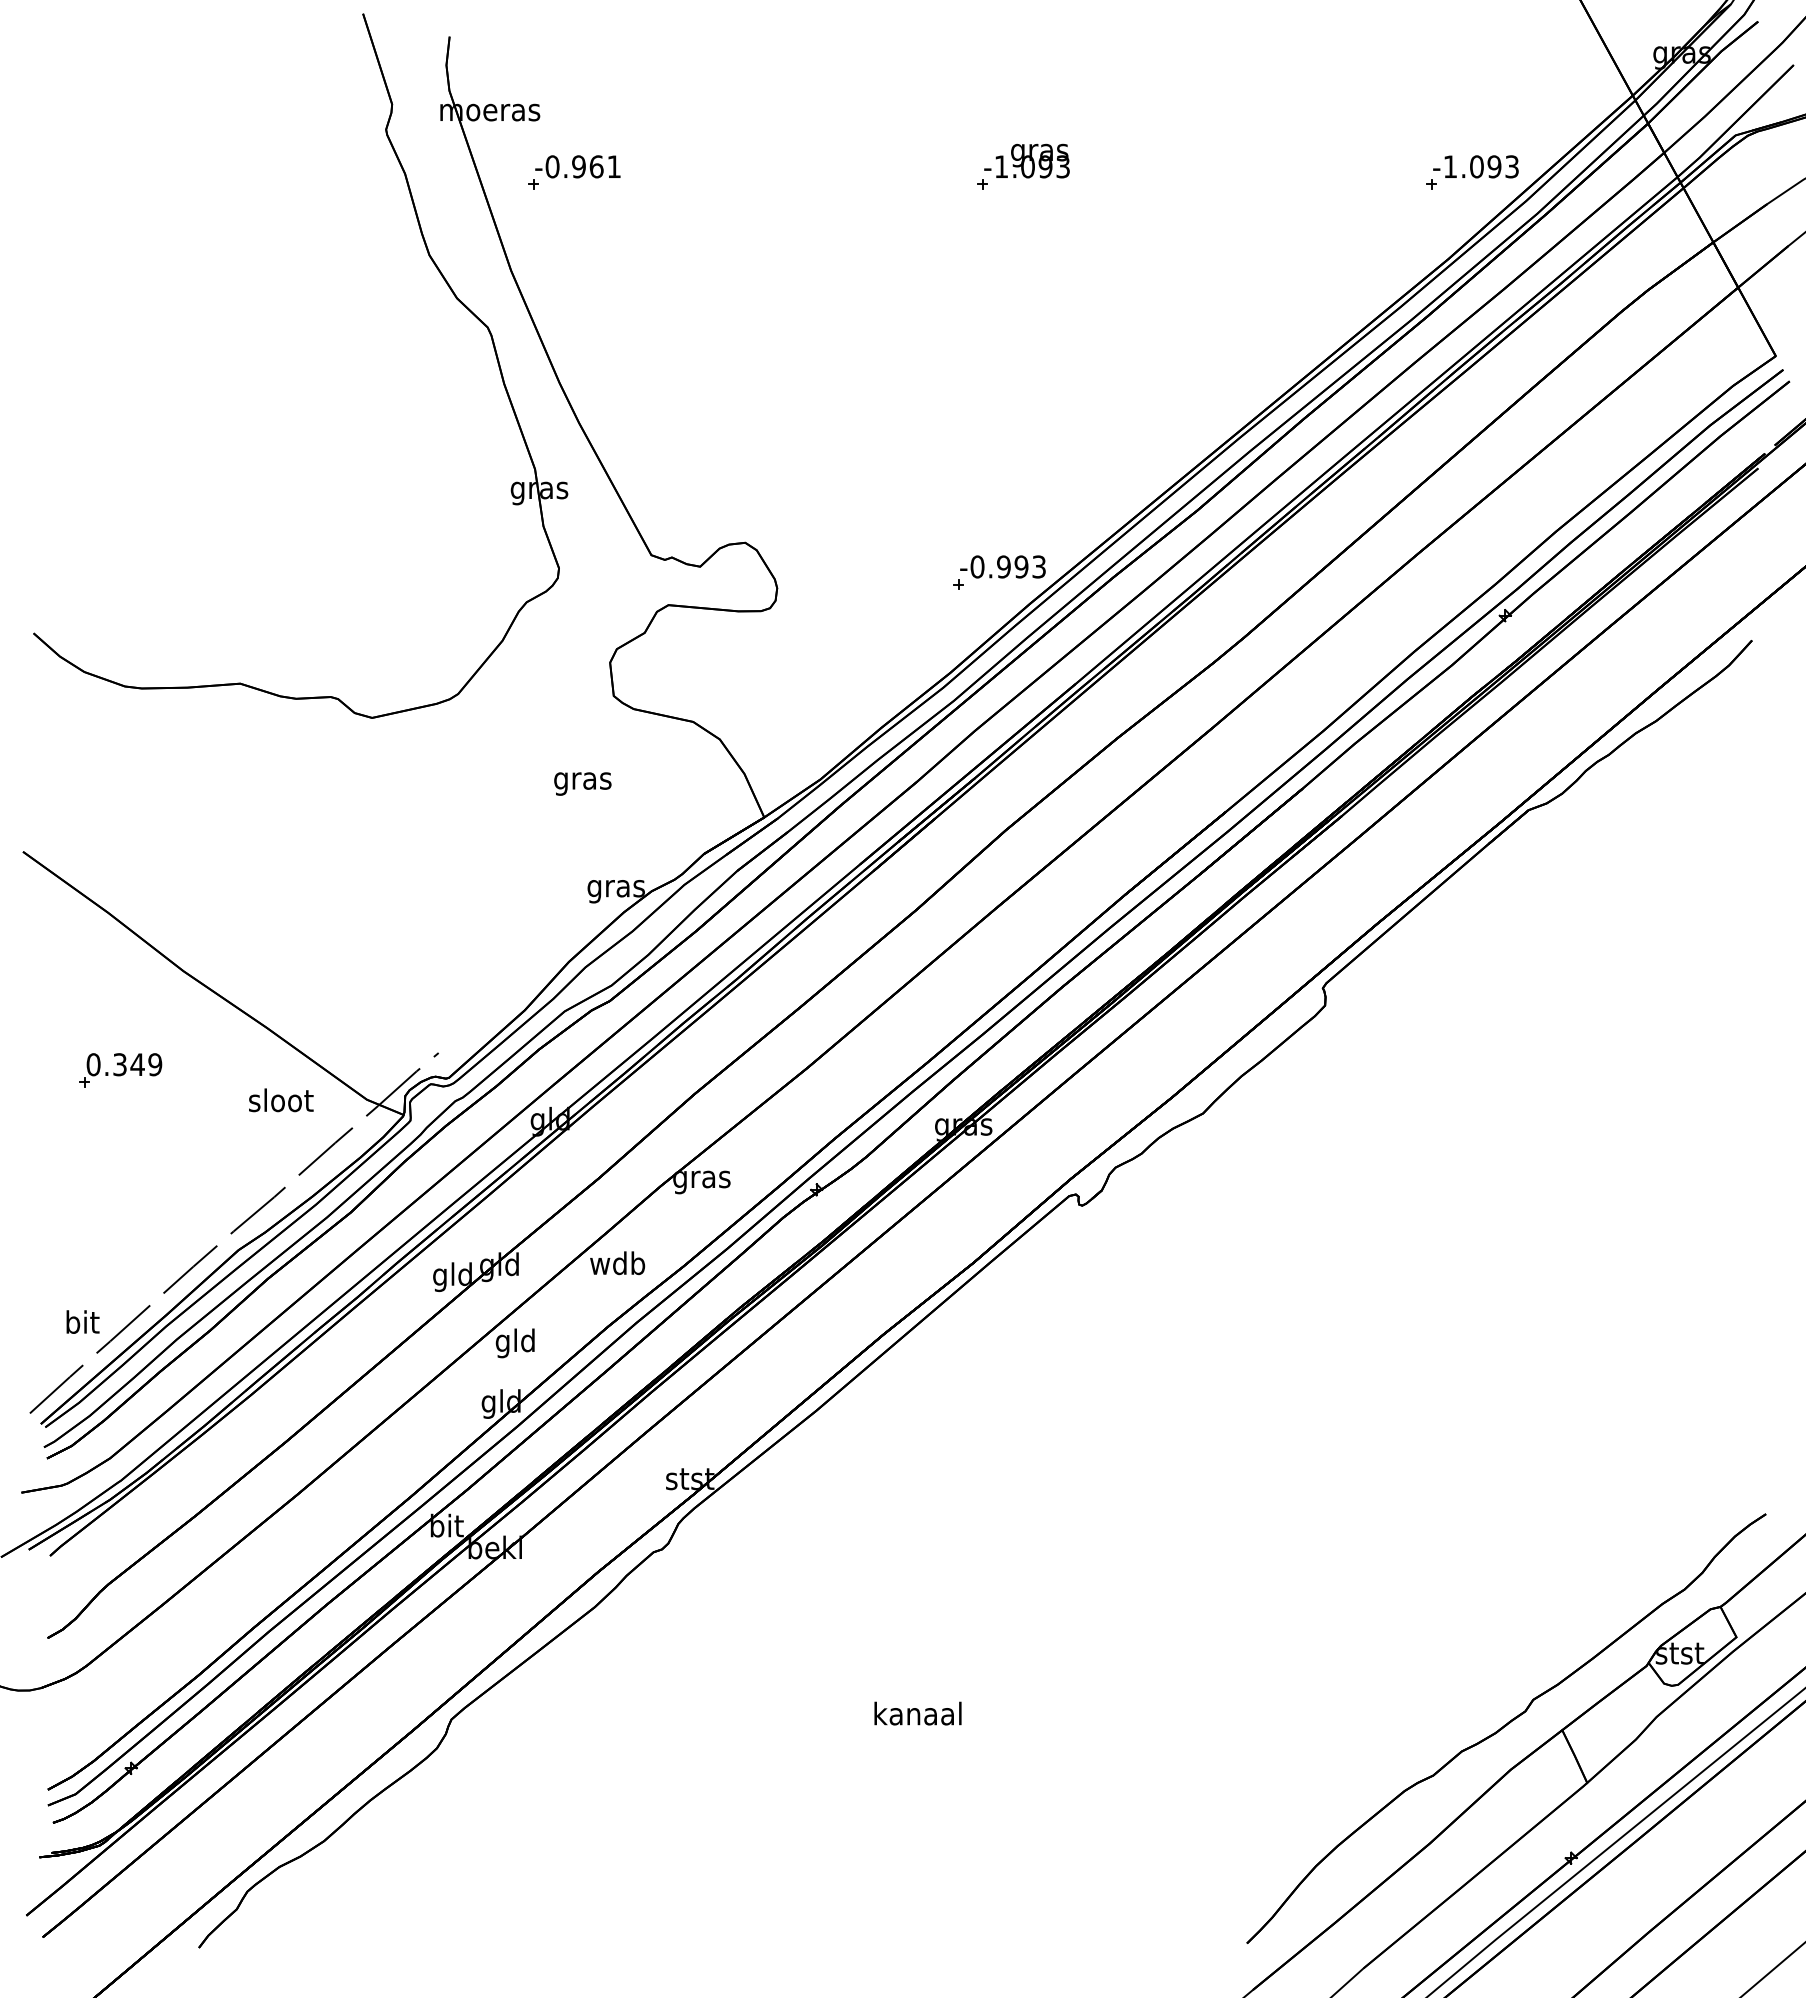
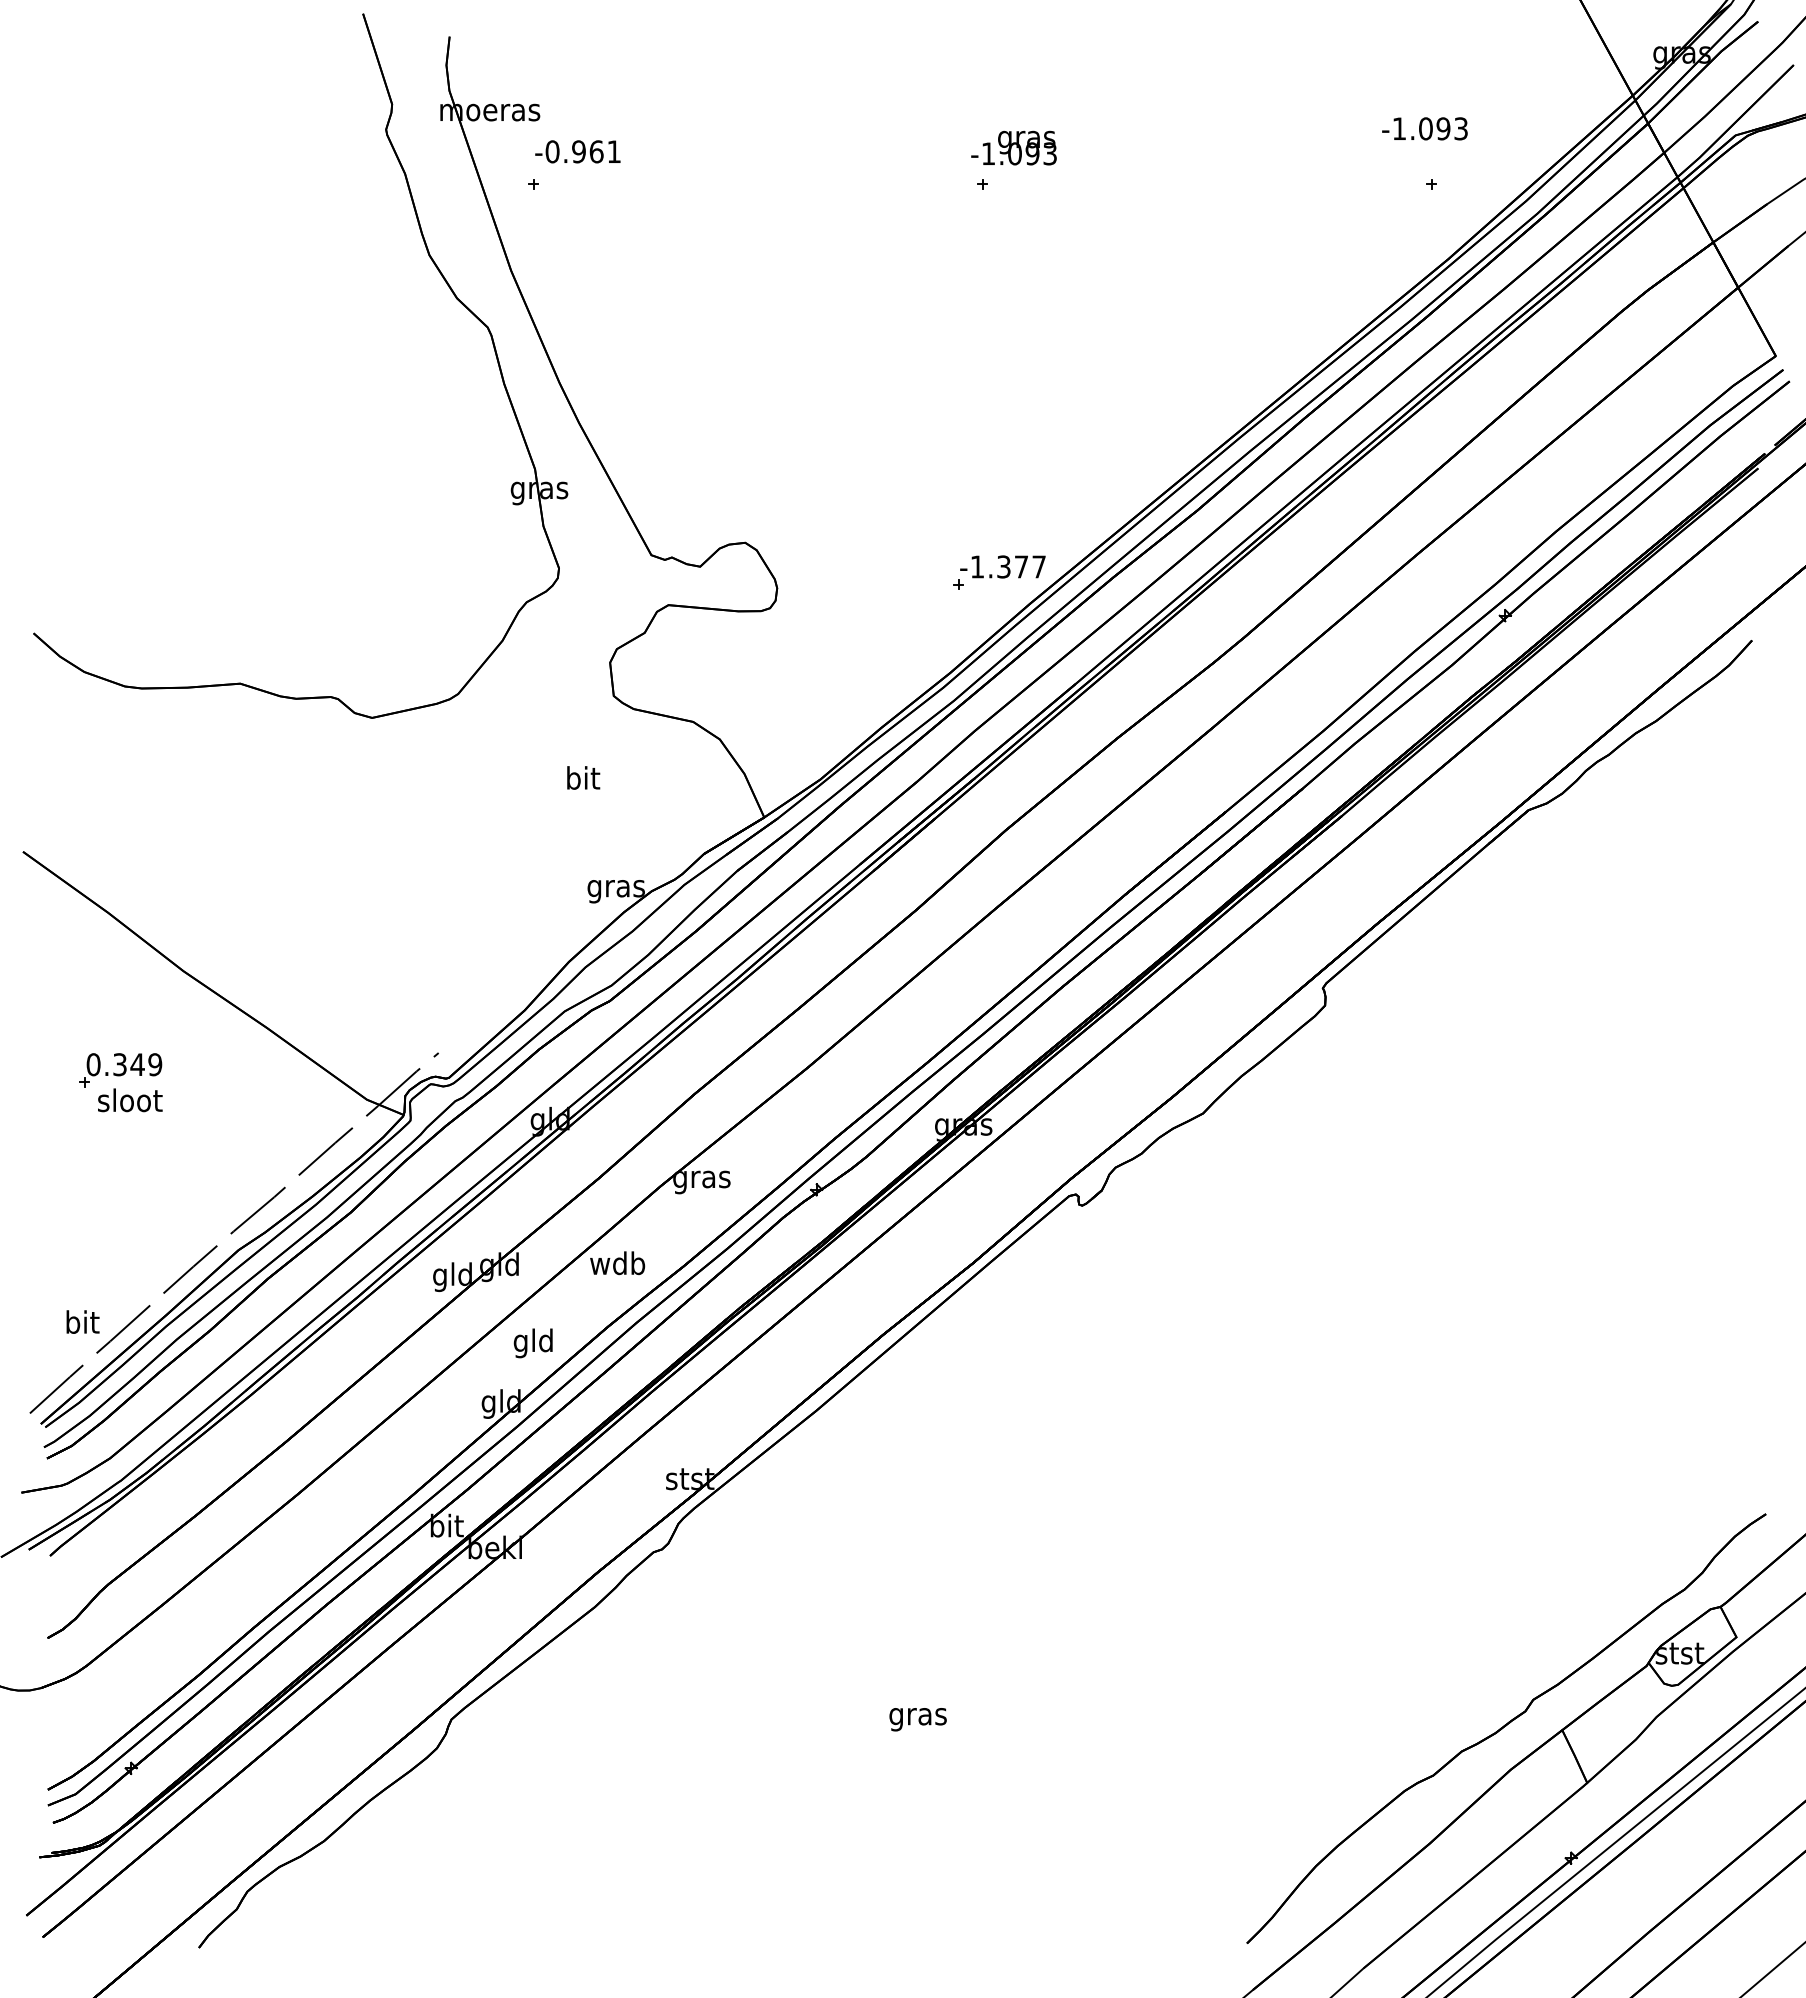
text at (1026, 160) position: (1026, 160) -> (1013, 147)
text at (577, 166) position: (577, 166) -> (577, 151)
text at (1475, 166) position: (1475, 166) -> (1424, 128)
text at (1007, 566): -0.993 -> -1.377
text at (582, 780): gras -> bit
text at (281, 1100) position: (281, 1100) -> (130, 1100)
text at (514, 1343) position: (514, 1343) -> (532, 1343)
text at (917, 1716): kanaal -> gras
